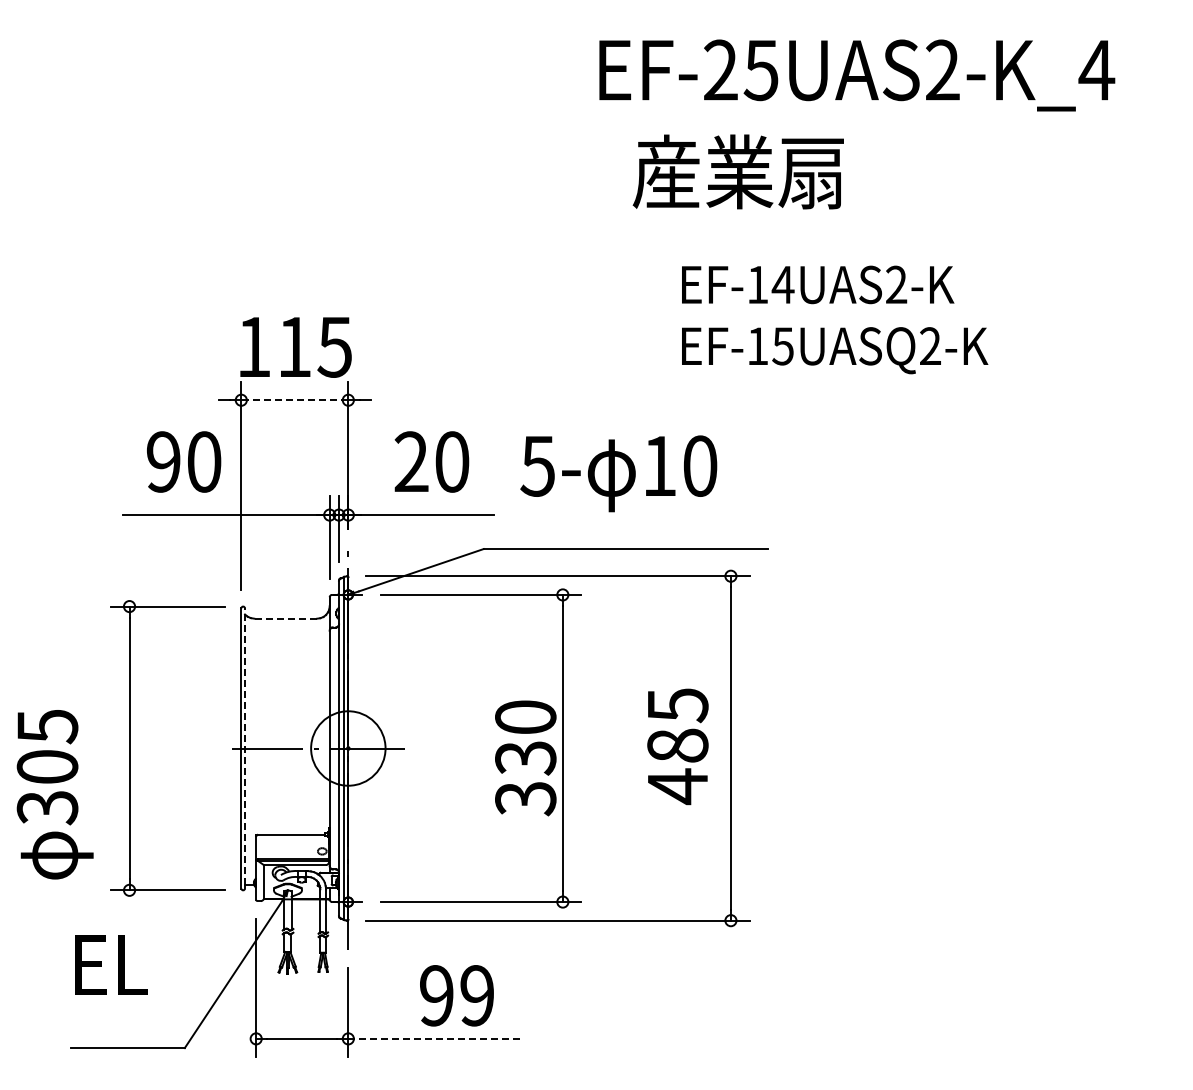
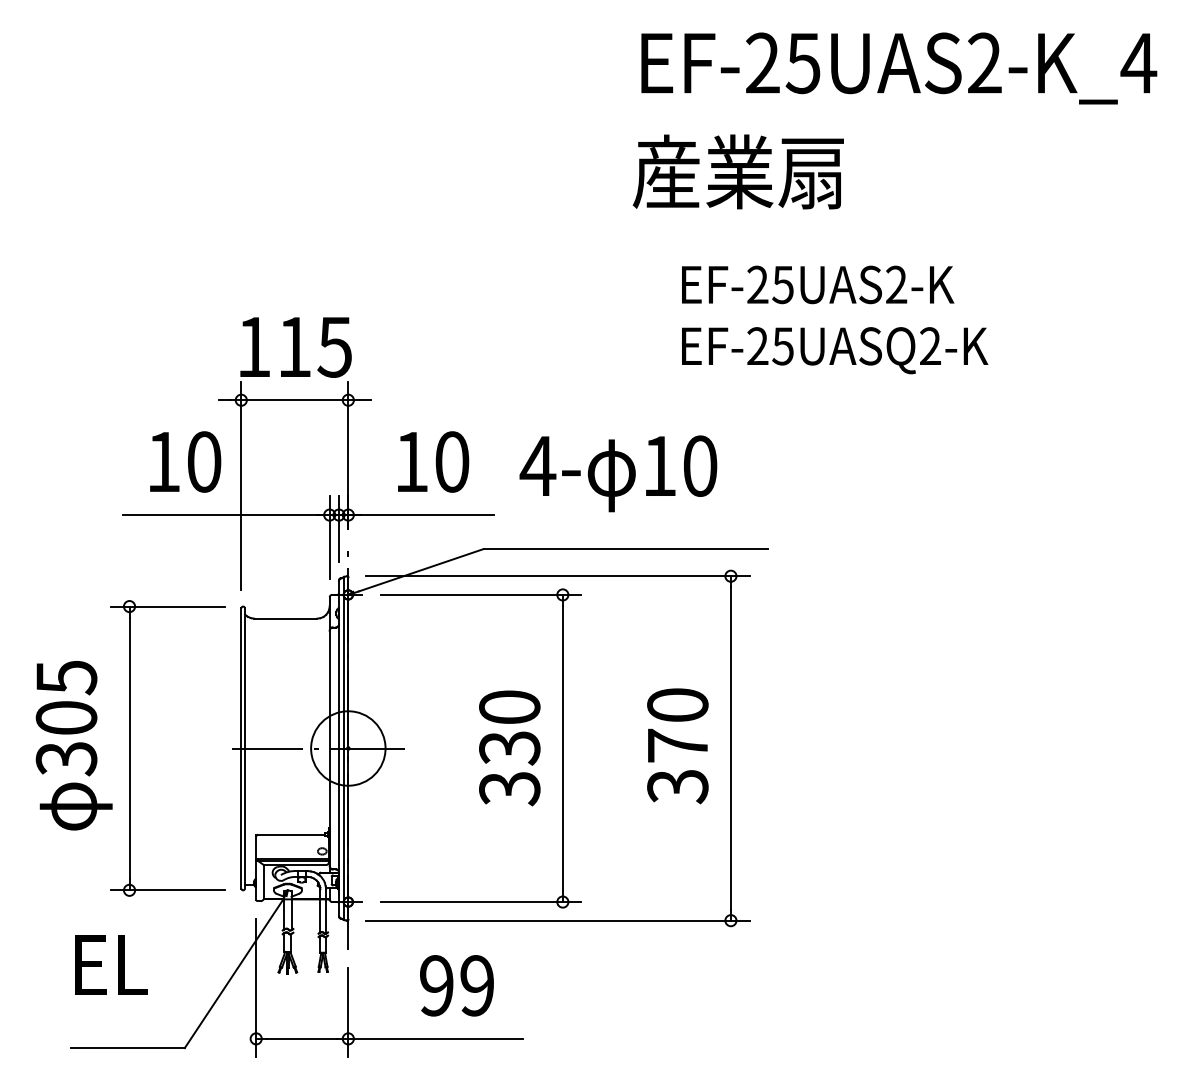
text at (857, 75) position: (857, 75) -> (899, 68)
text at (770, 284): EF-14UAS2-K -> EF-25UAS2-K
text at (757, 345): EF-15UASQ2-K -> EF-25UASQ2-K
line at (294, 400): dashed -> solid
text at (163, 461): 90 -> 10
text at (411, 461): 20 -> 10
text at (537, 466): 5- -> 4-
line at (285, 618): dashed -> solid
line at (245, 746): dashed -> solid
text at (677, 746): 485 -> 370
text at (525, 758) position: (525, 758) -> (509, 748)
text at (54, 794) position: (54, 794) -> (73, 745)
text at (456, 995) position: (456, 995) -> (456, 985)
line at (435, 1038): dashed -> solid
